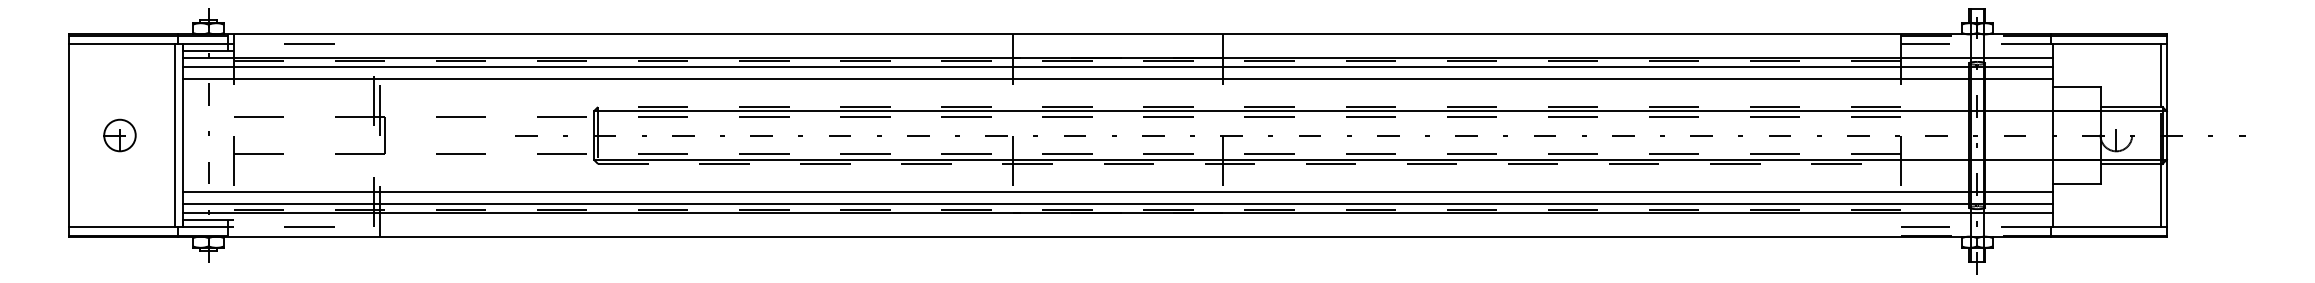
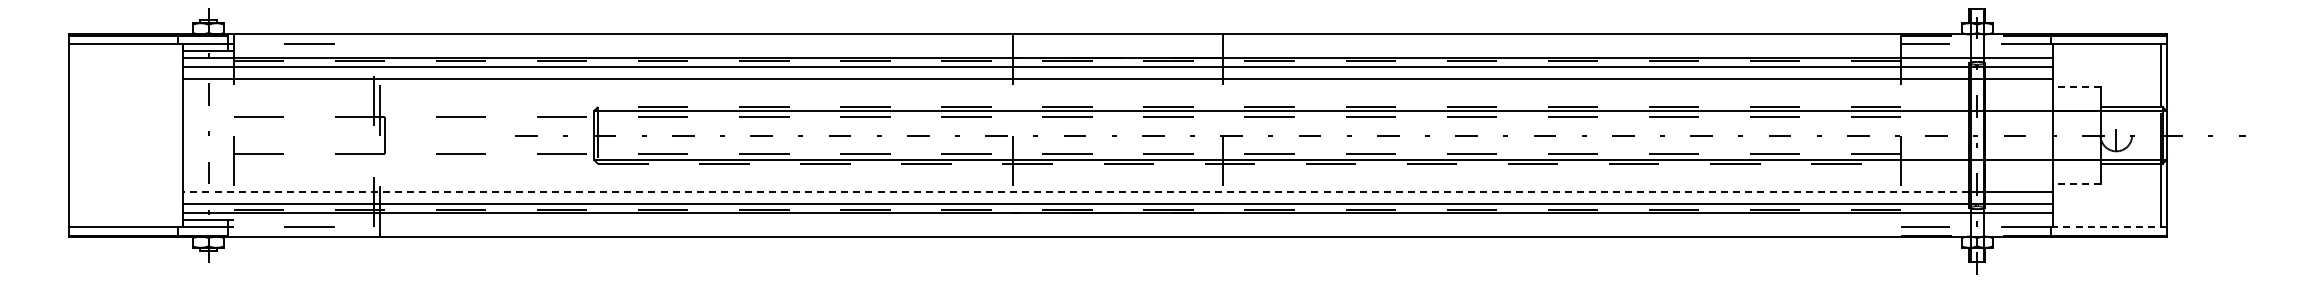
line at (2076, 87): solid -> dashed
part at (119, 135): present -> none
line at (175, 135): present -> none
line at (2076, 183): solid -> dashed
line at (1075, 191): solid -> dashed
line at (2108, 227): solid -> dashed
